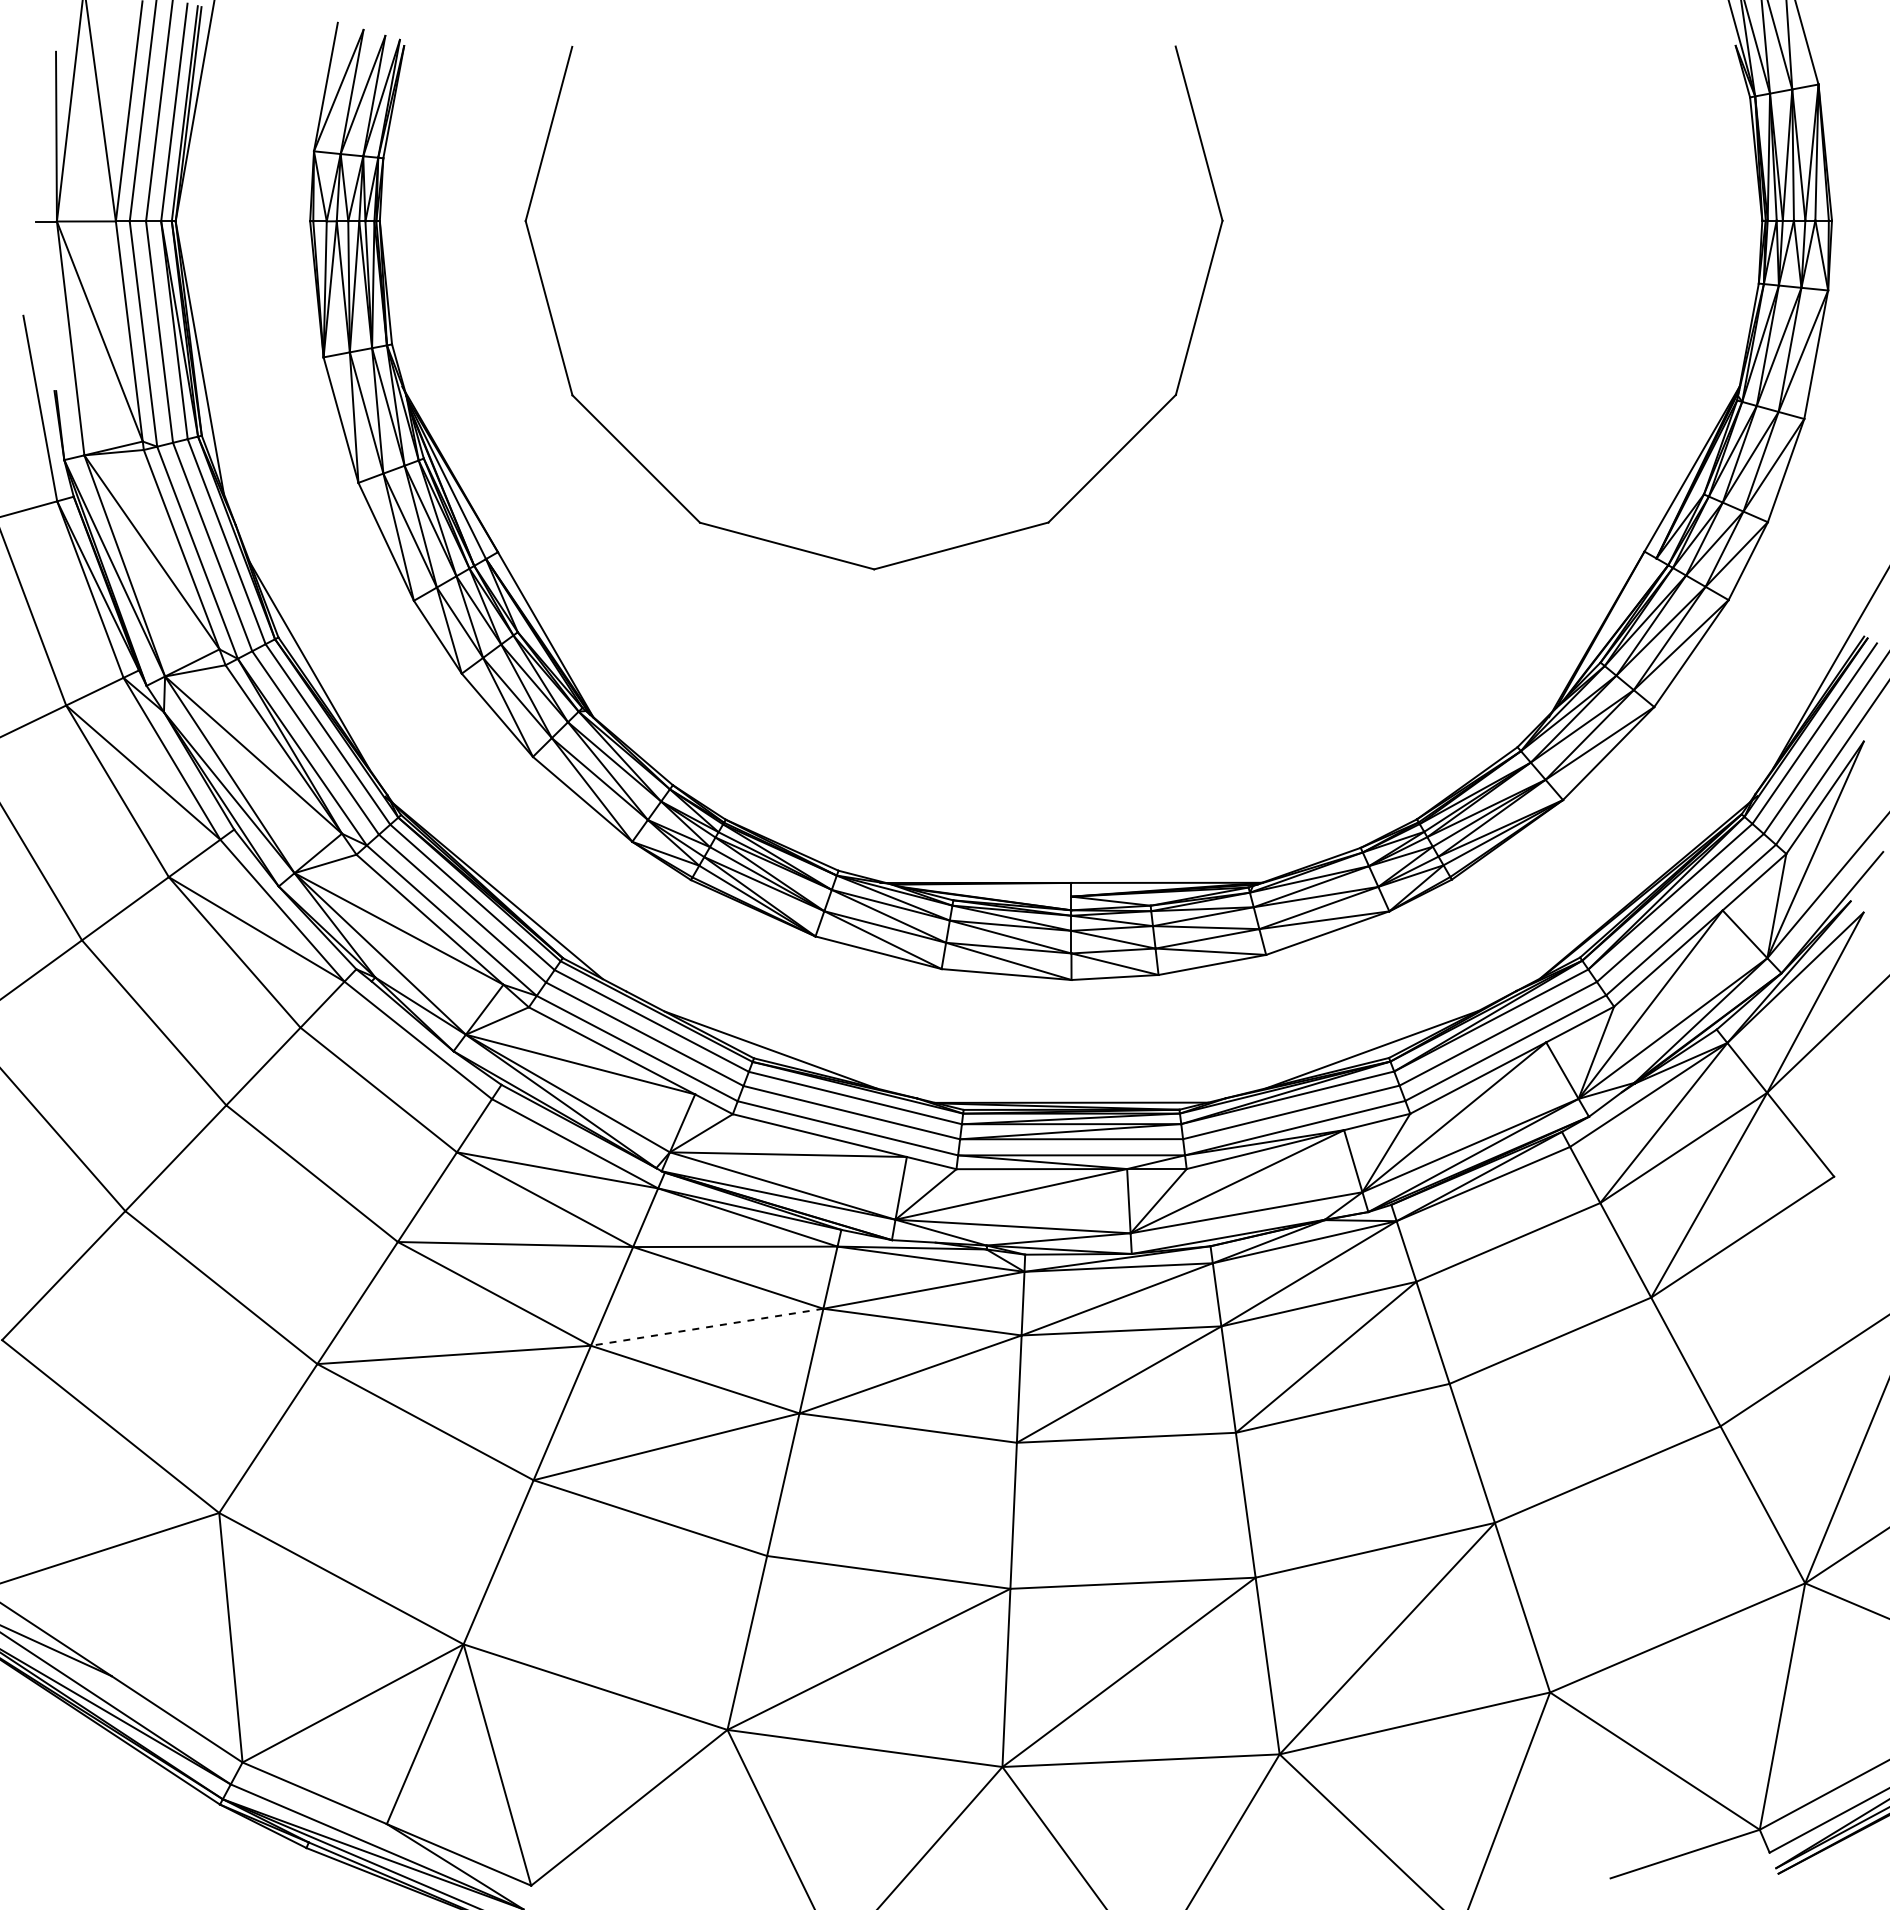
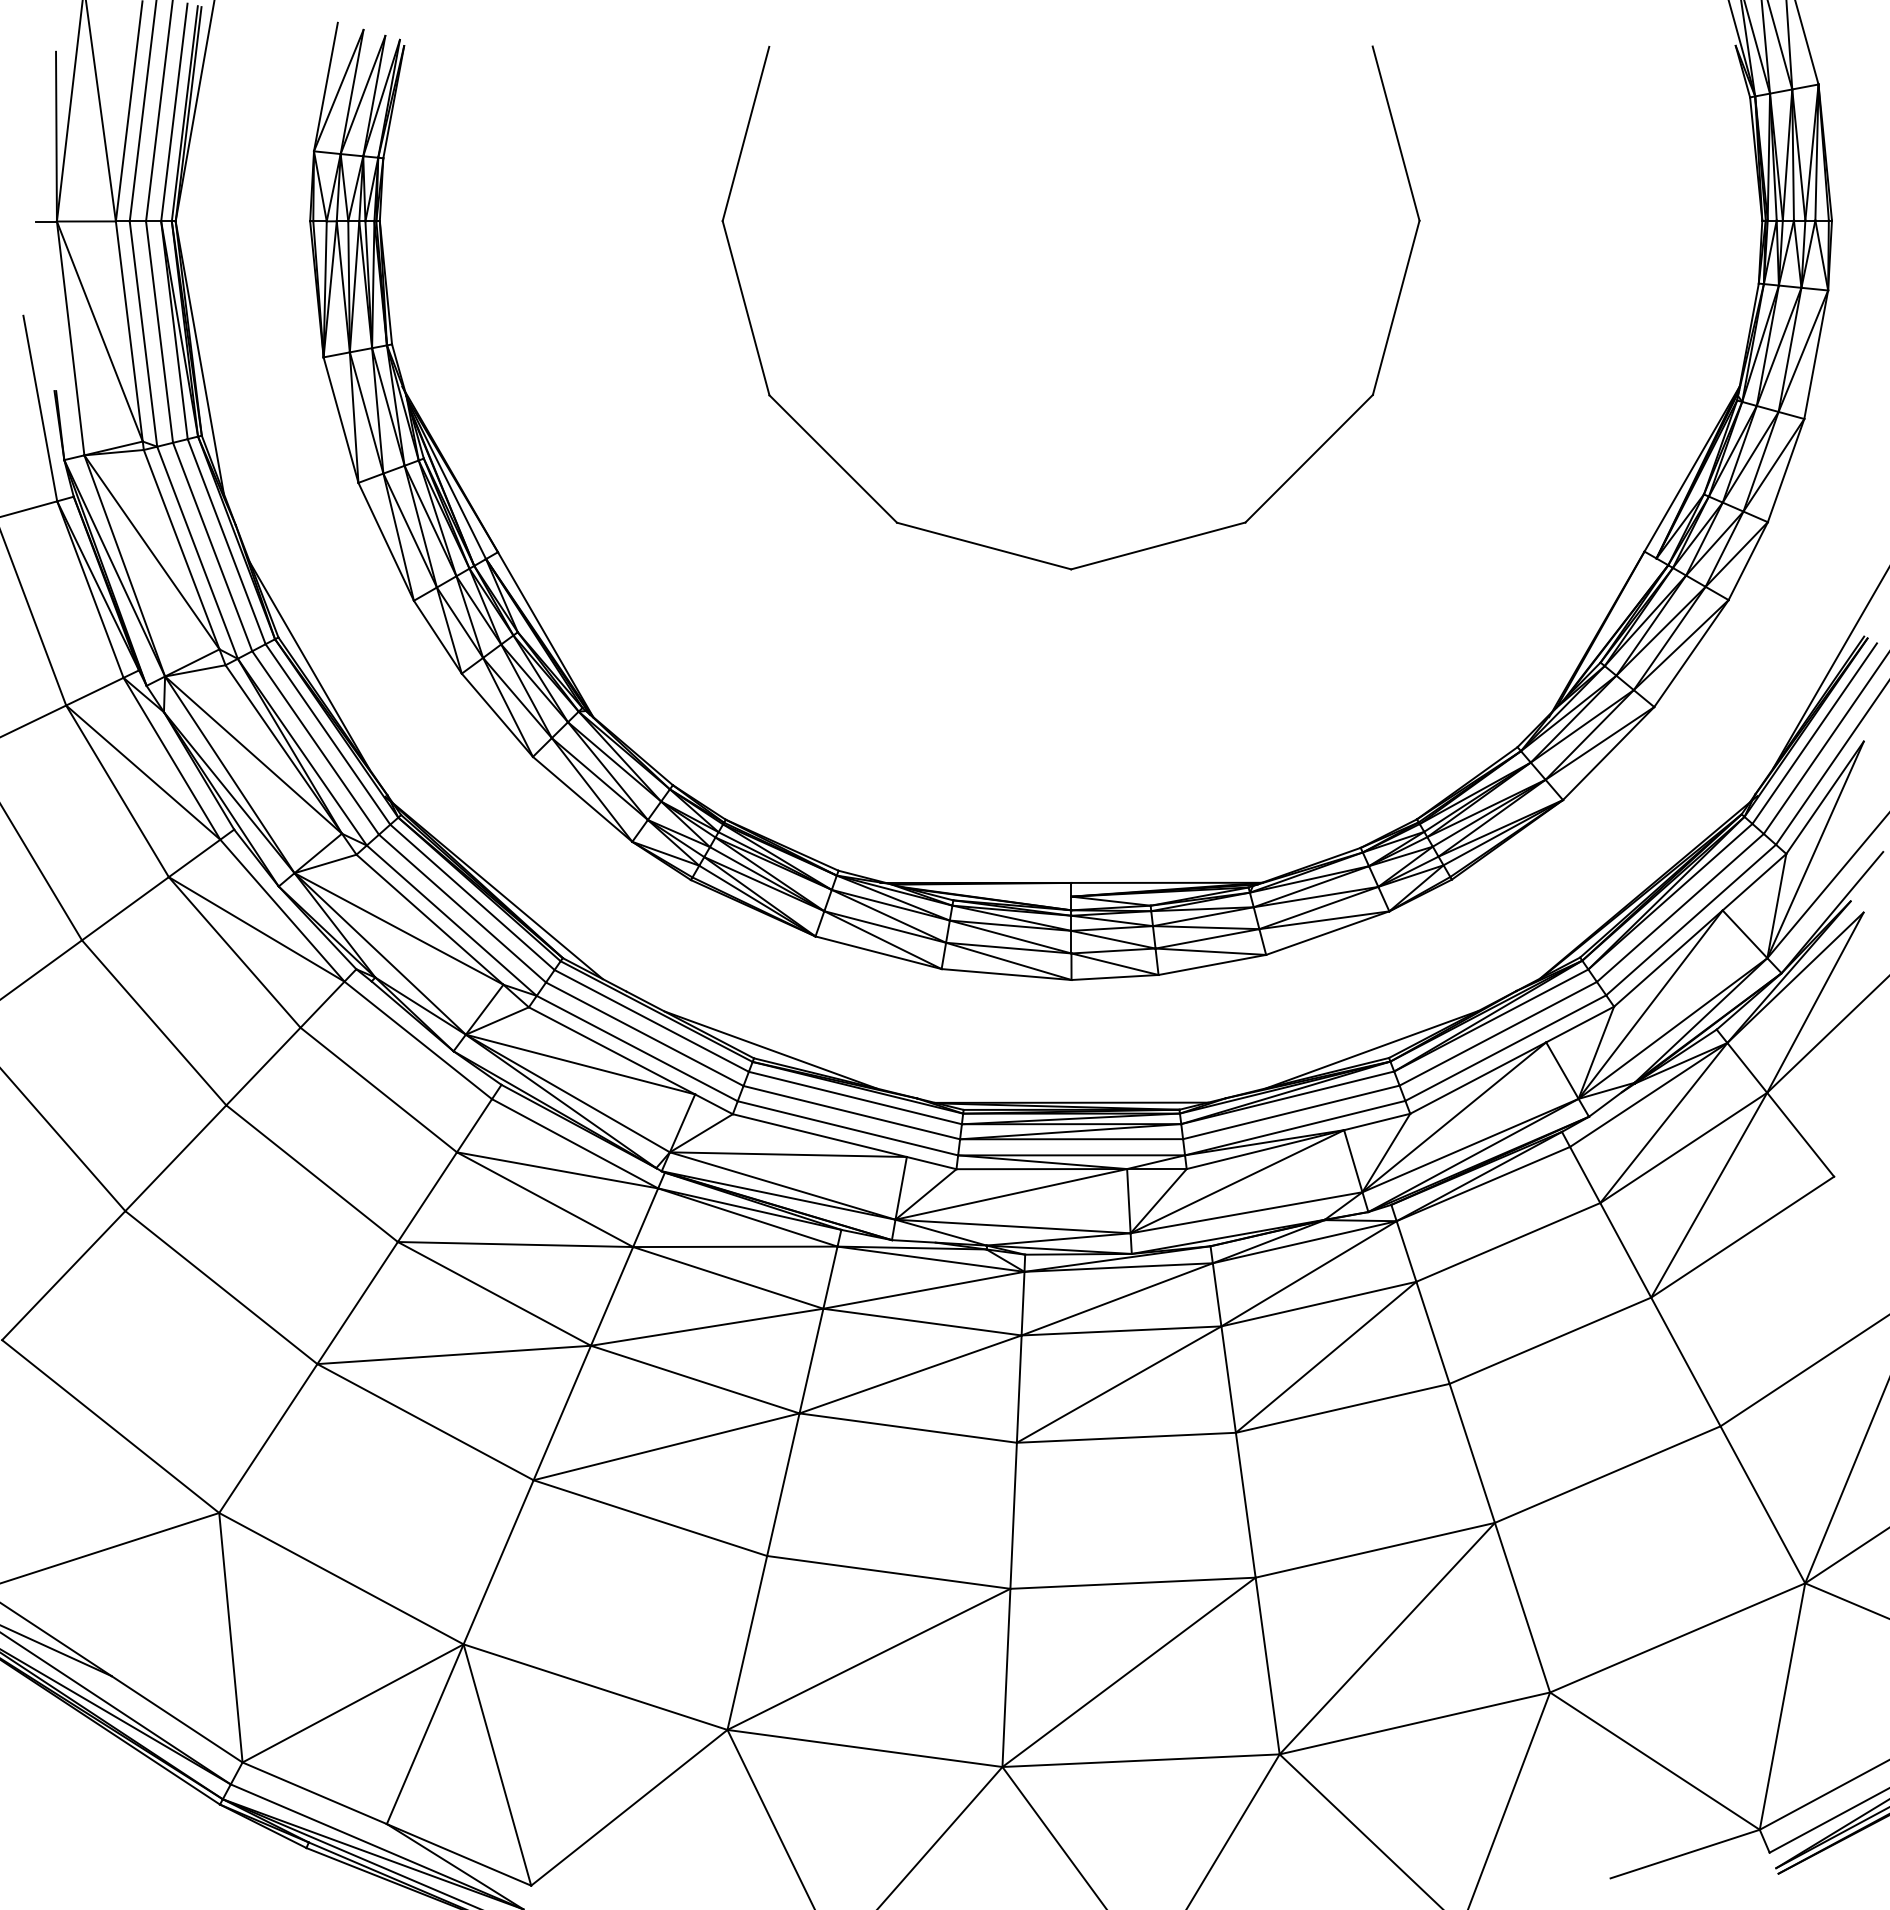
part at (812, 551) position: (812, 551) -> (1009, 551)
line at (707, 1327): dashed -> solid
